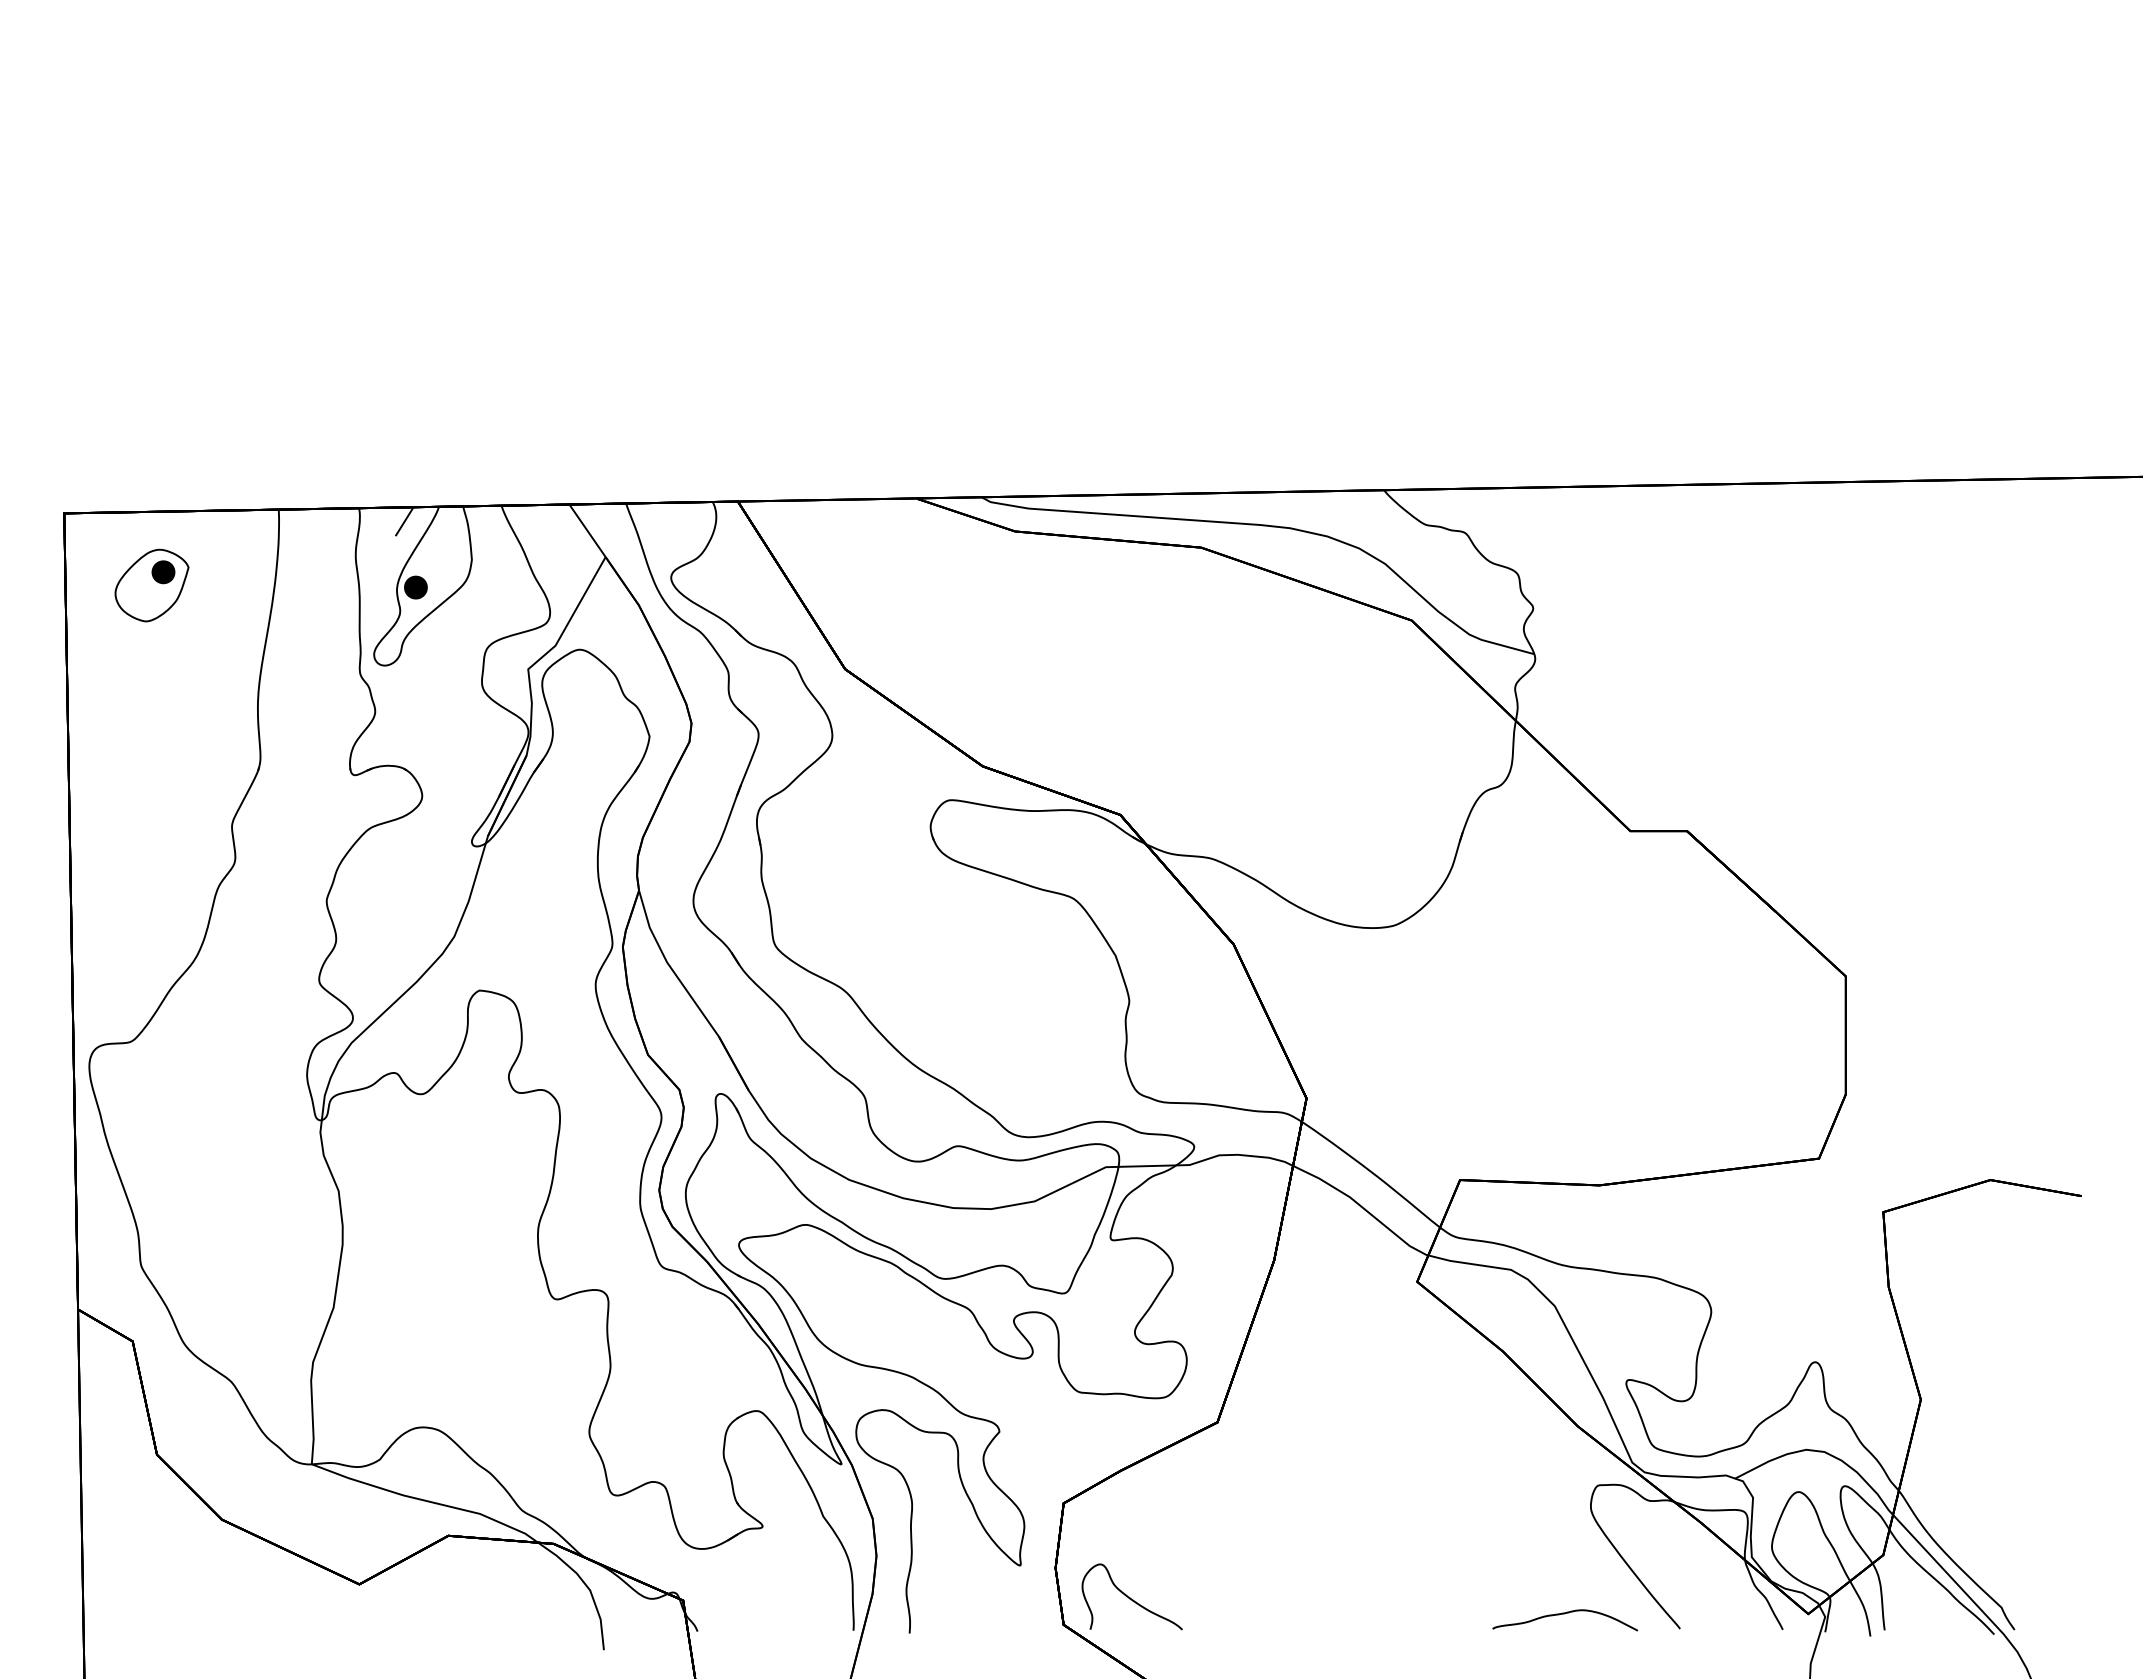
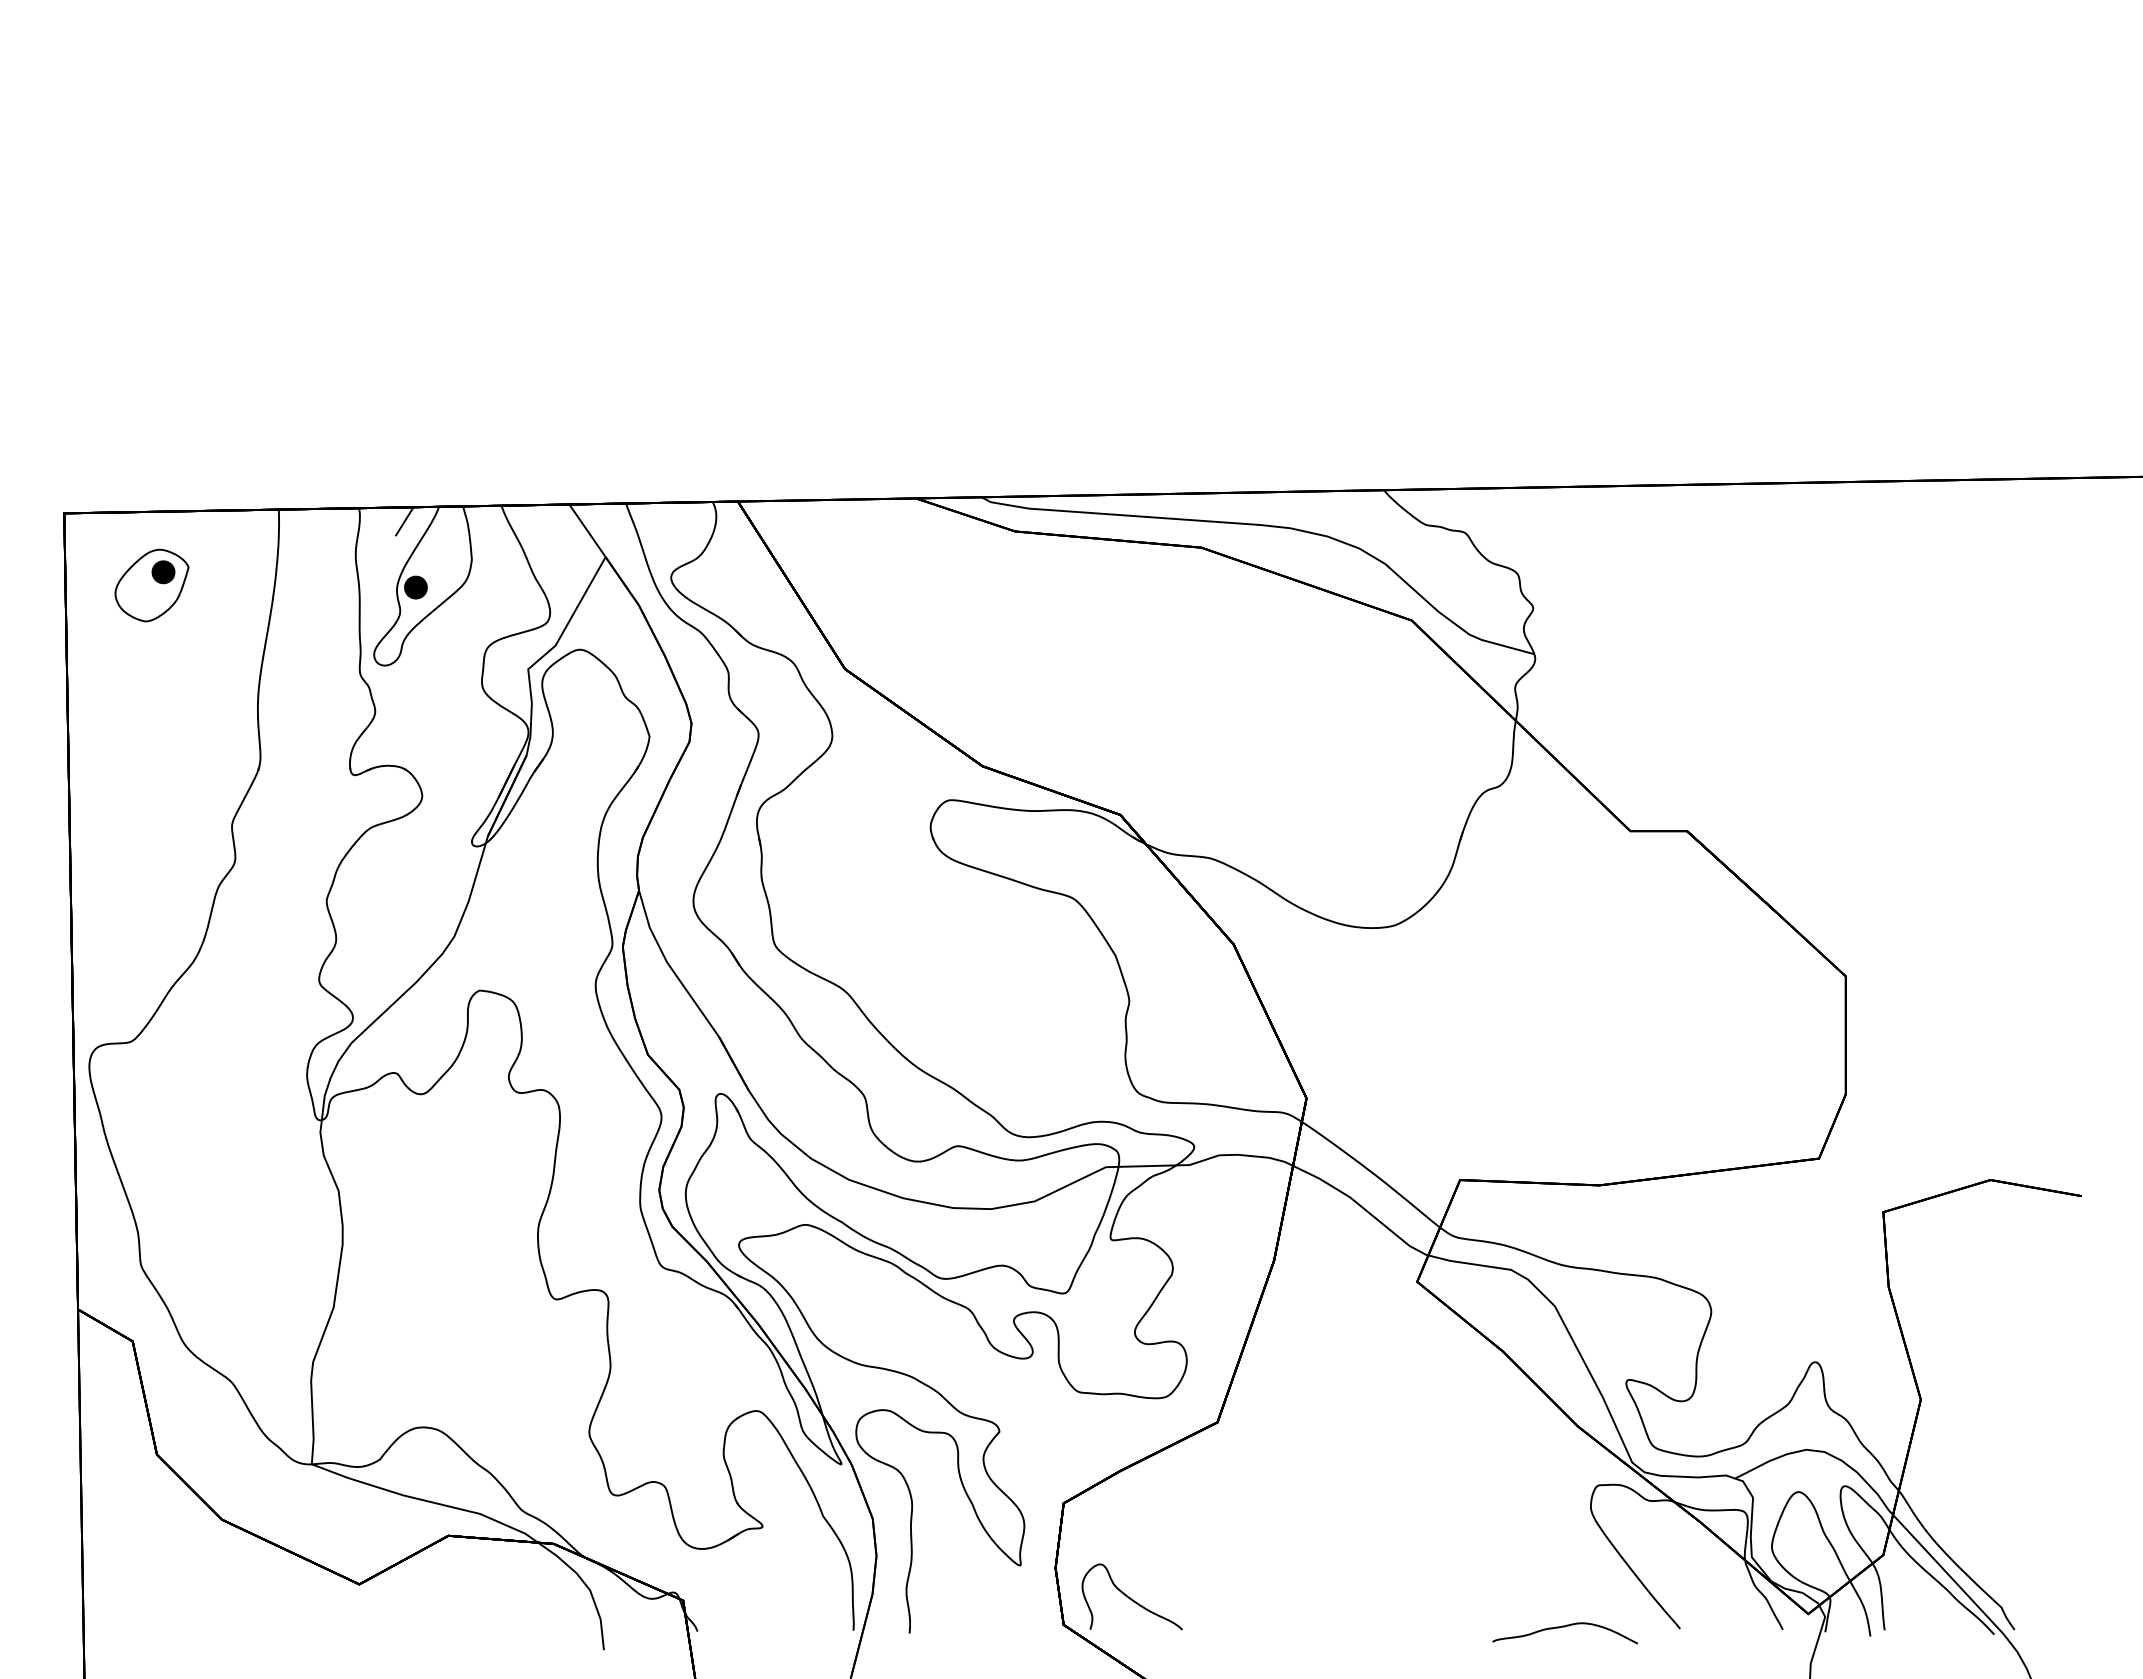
curve at (1564, 1614) position: (1564, 1614) -> (1564, 1627)
